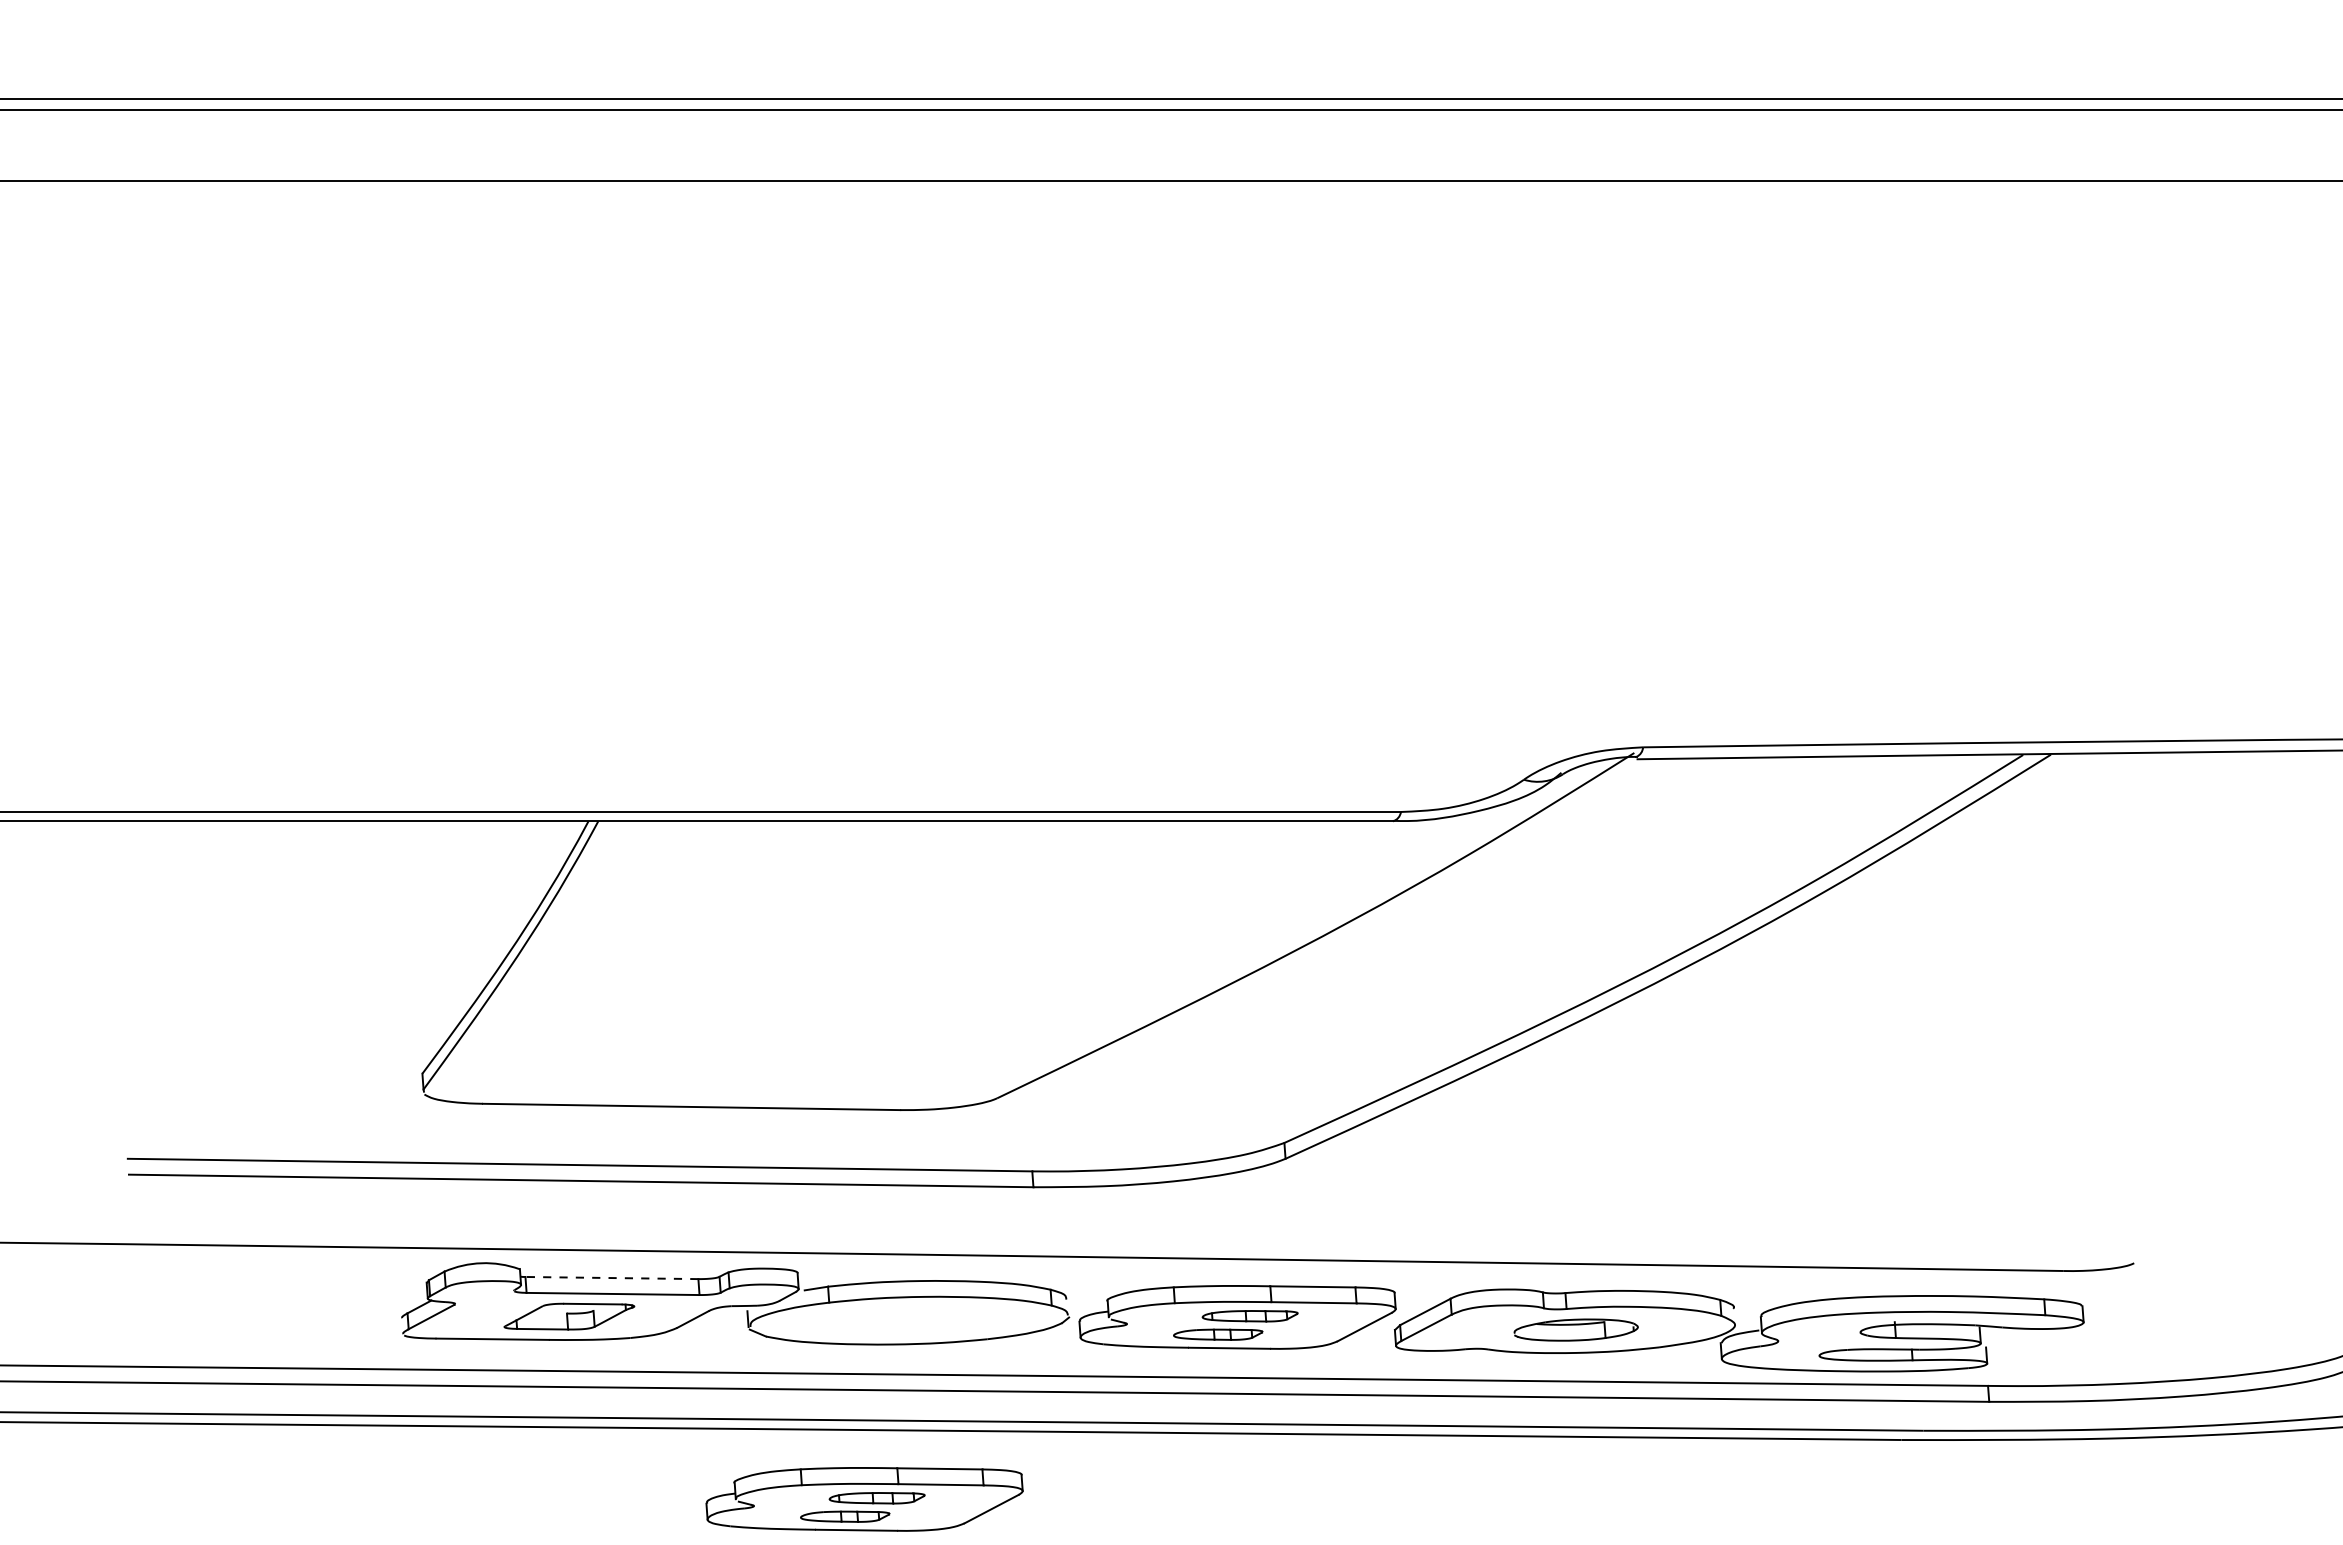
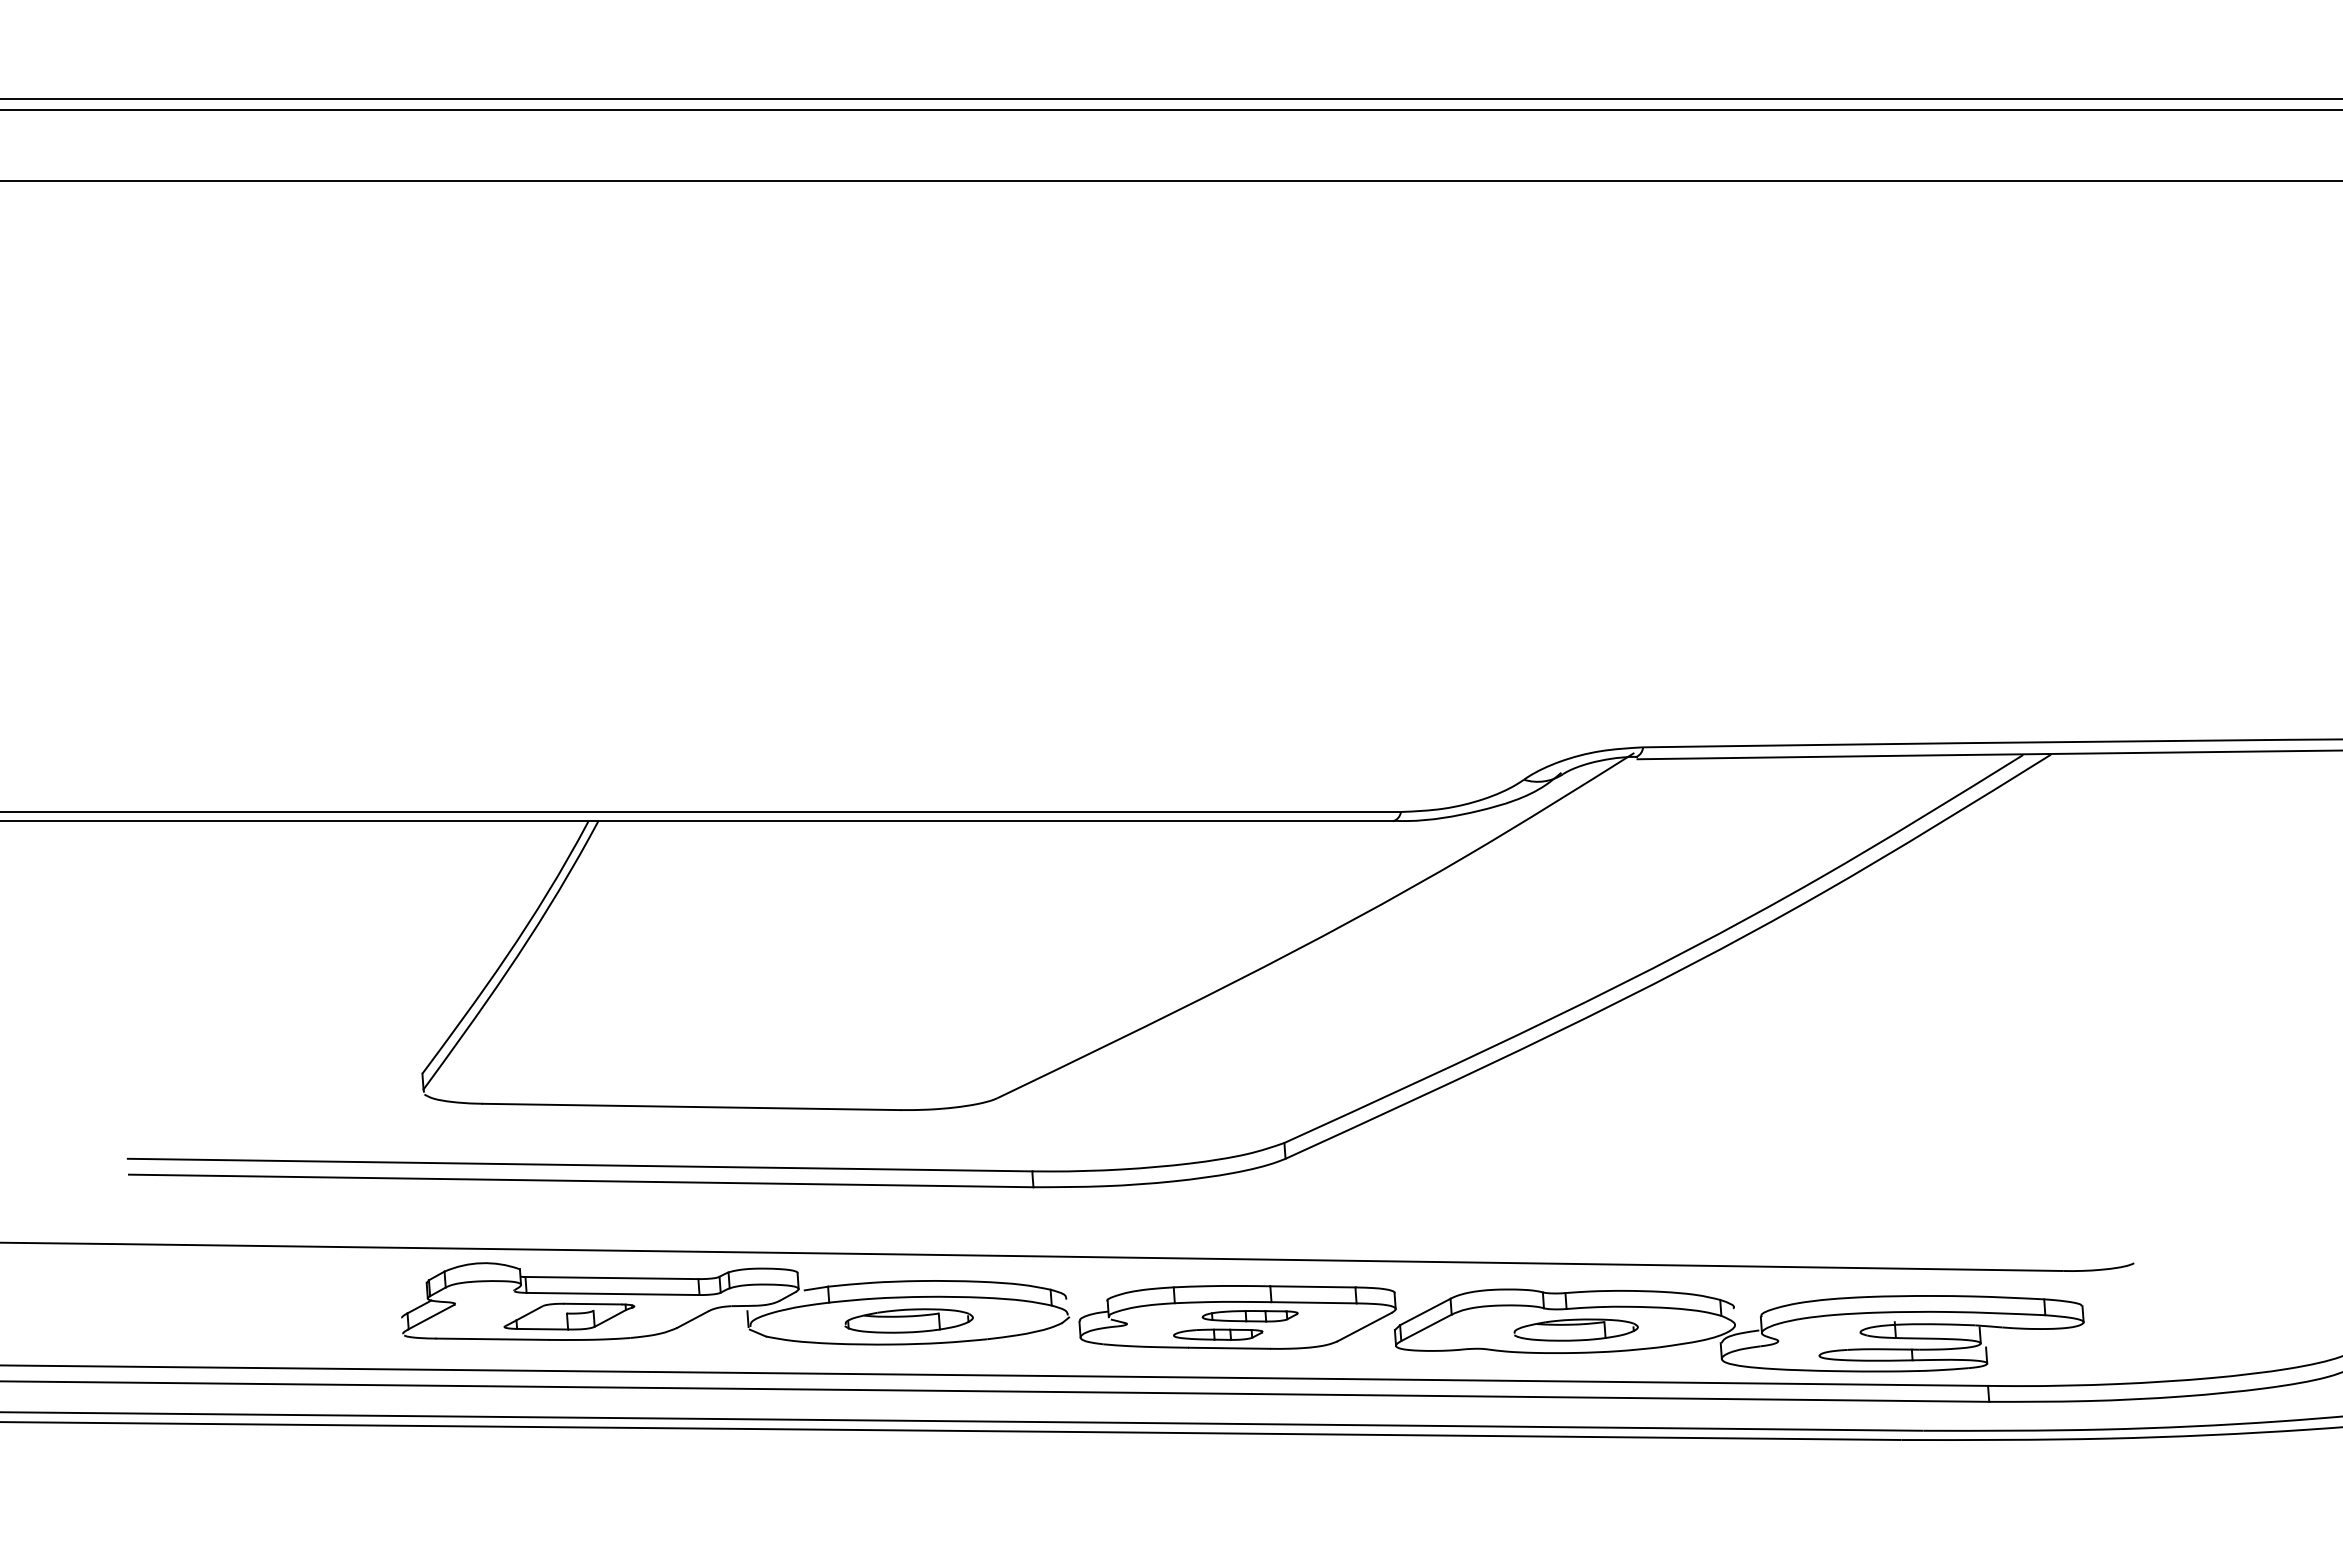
line at (611, 1278): dashed -> solid
part at (908, 1320): none -> present
part at (864, 1499): present -> none
